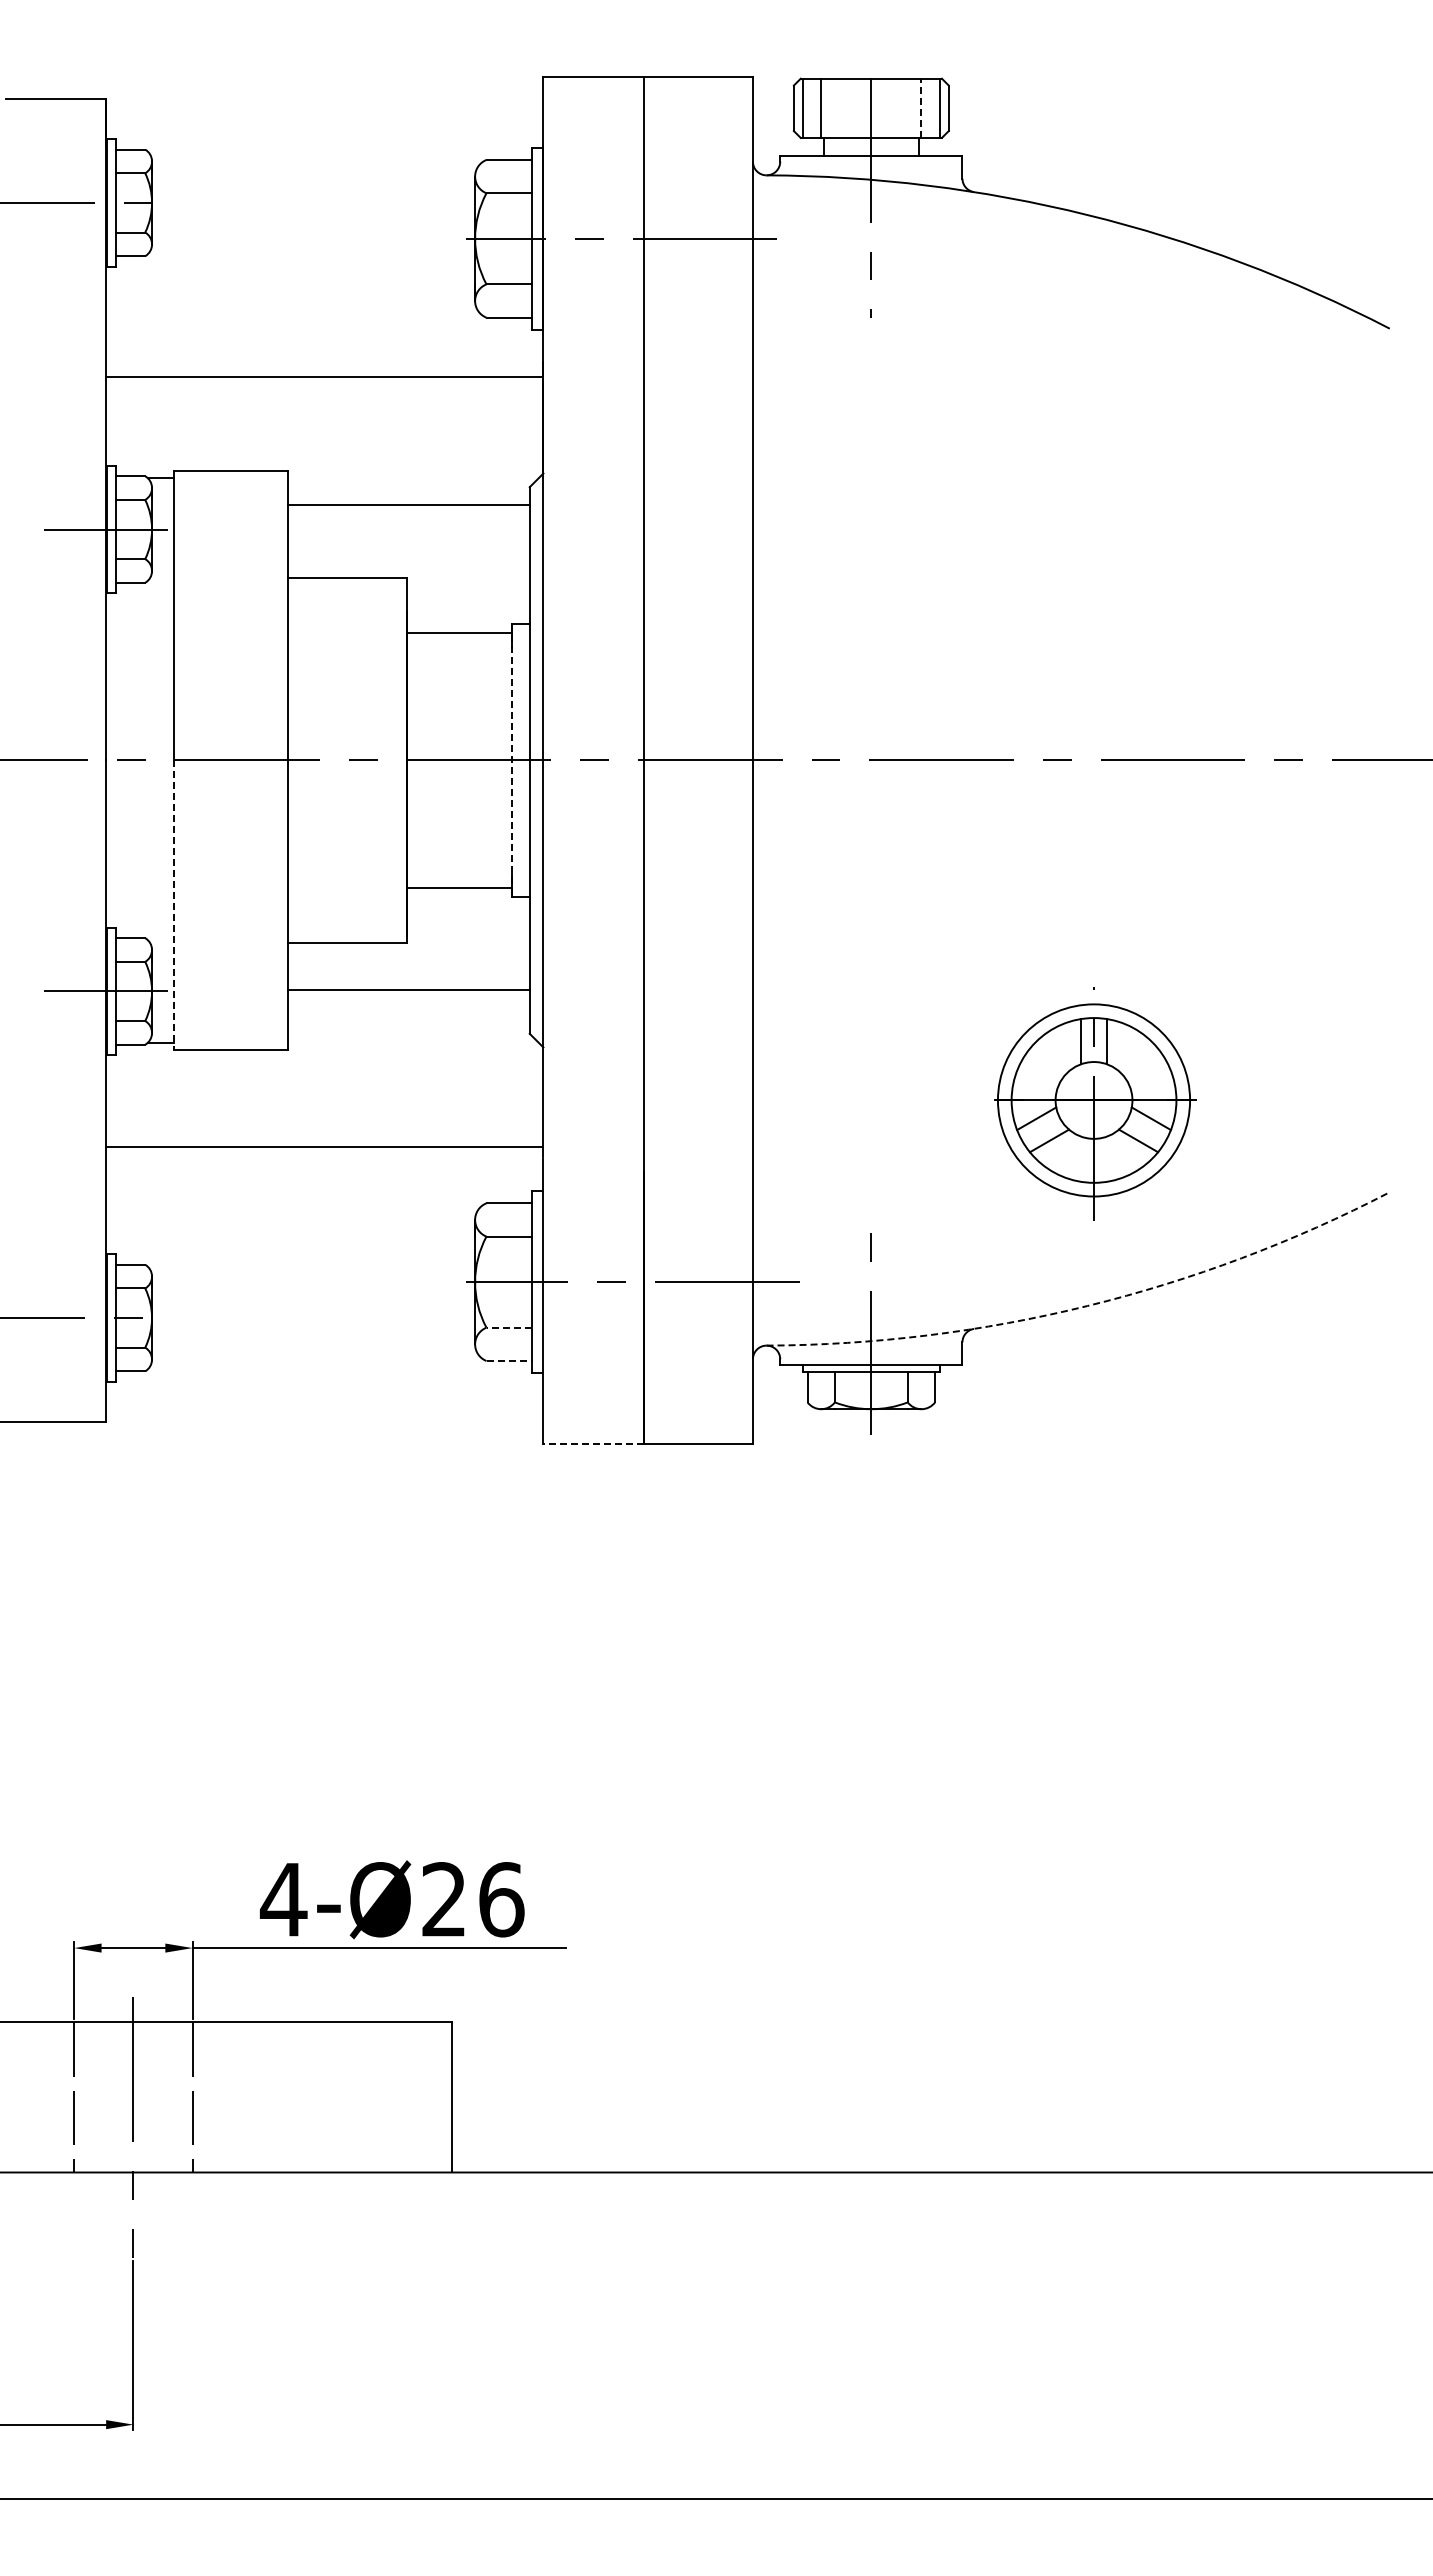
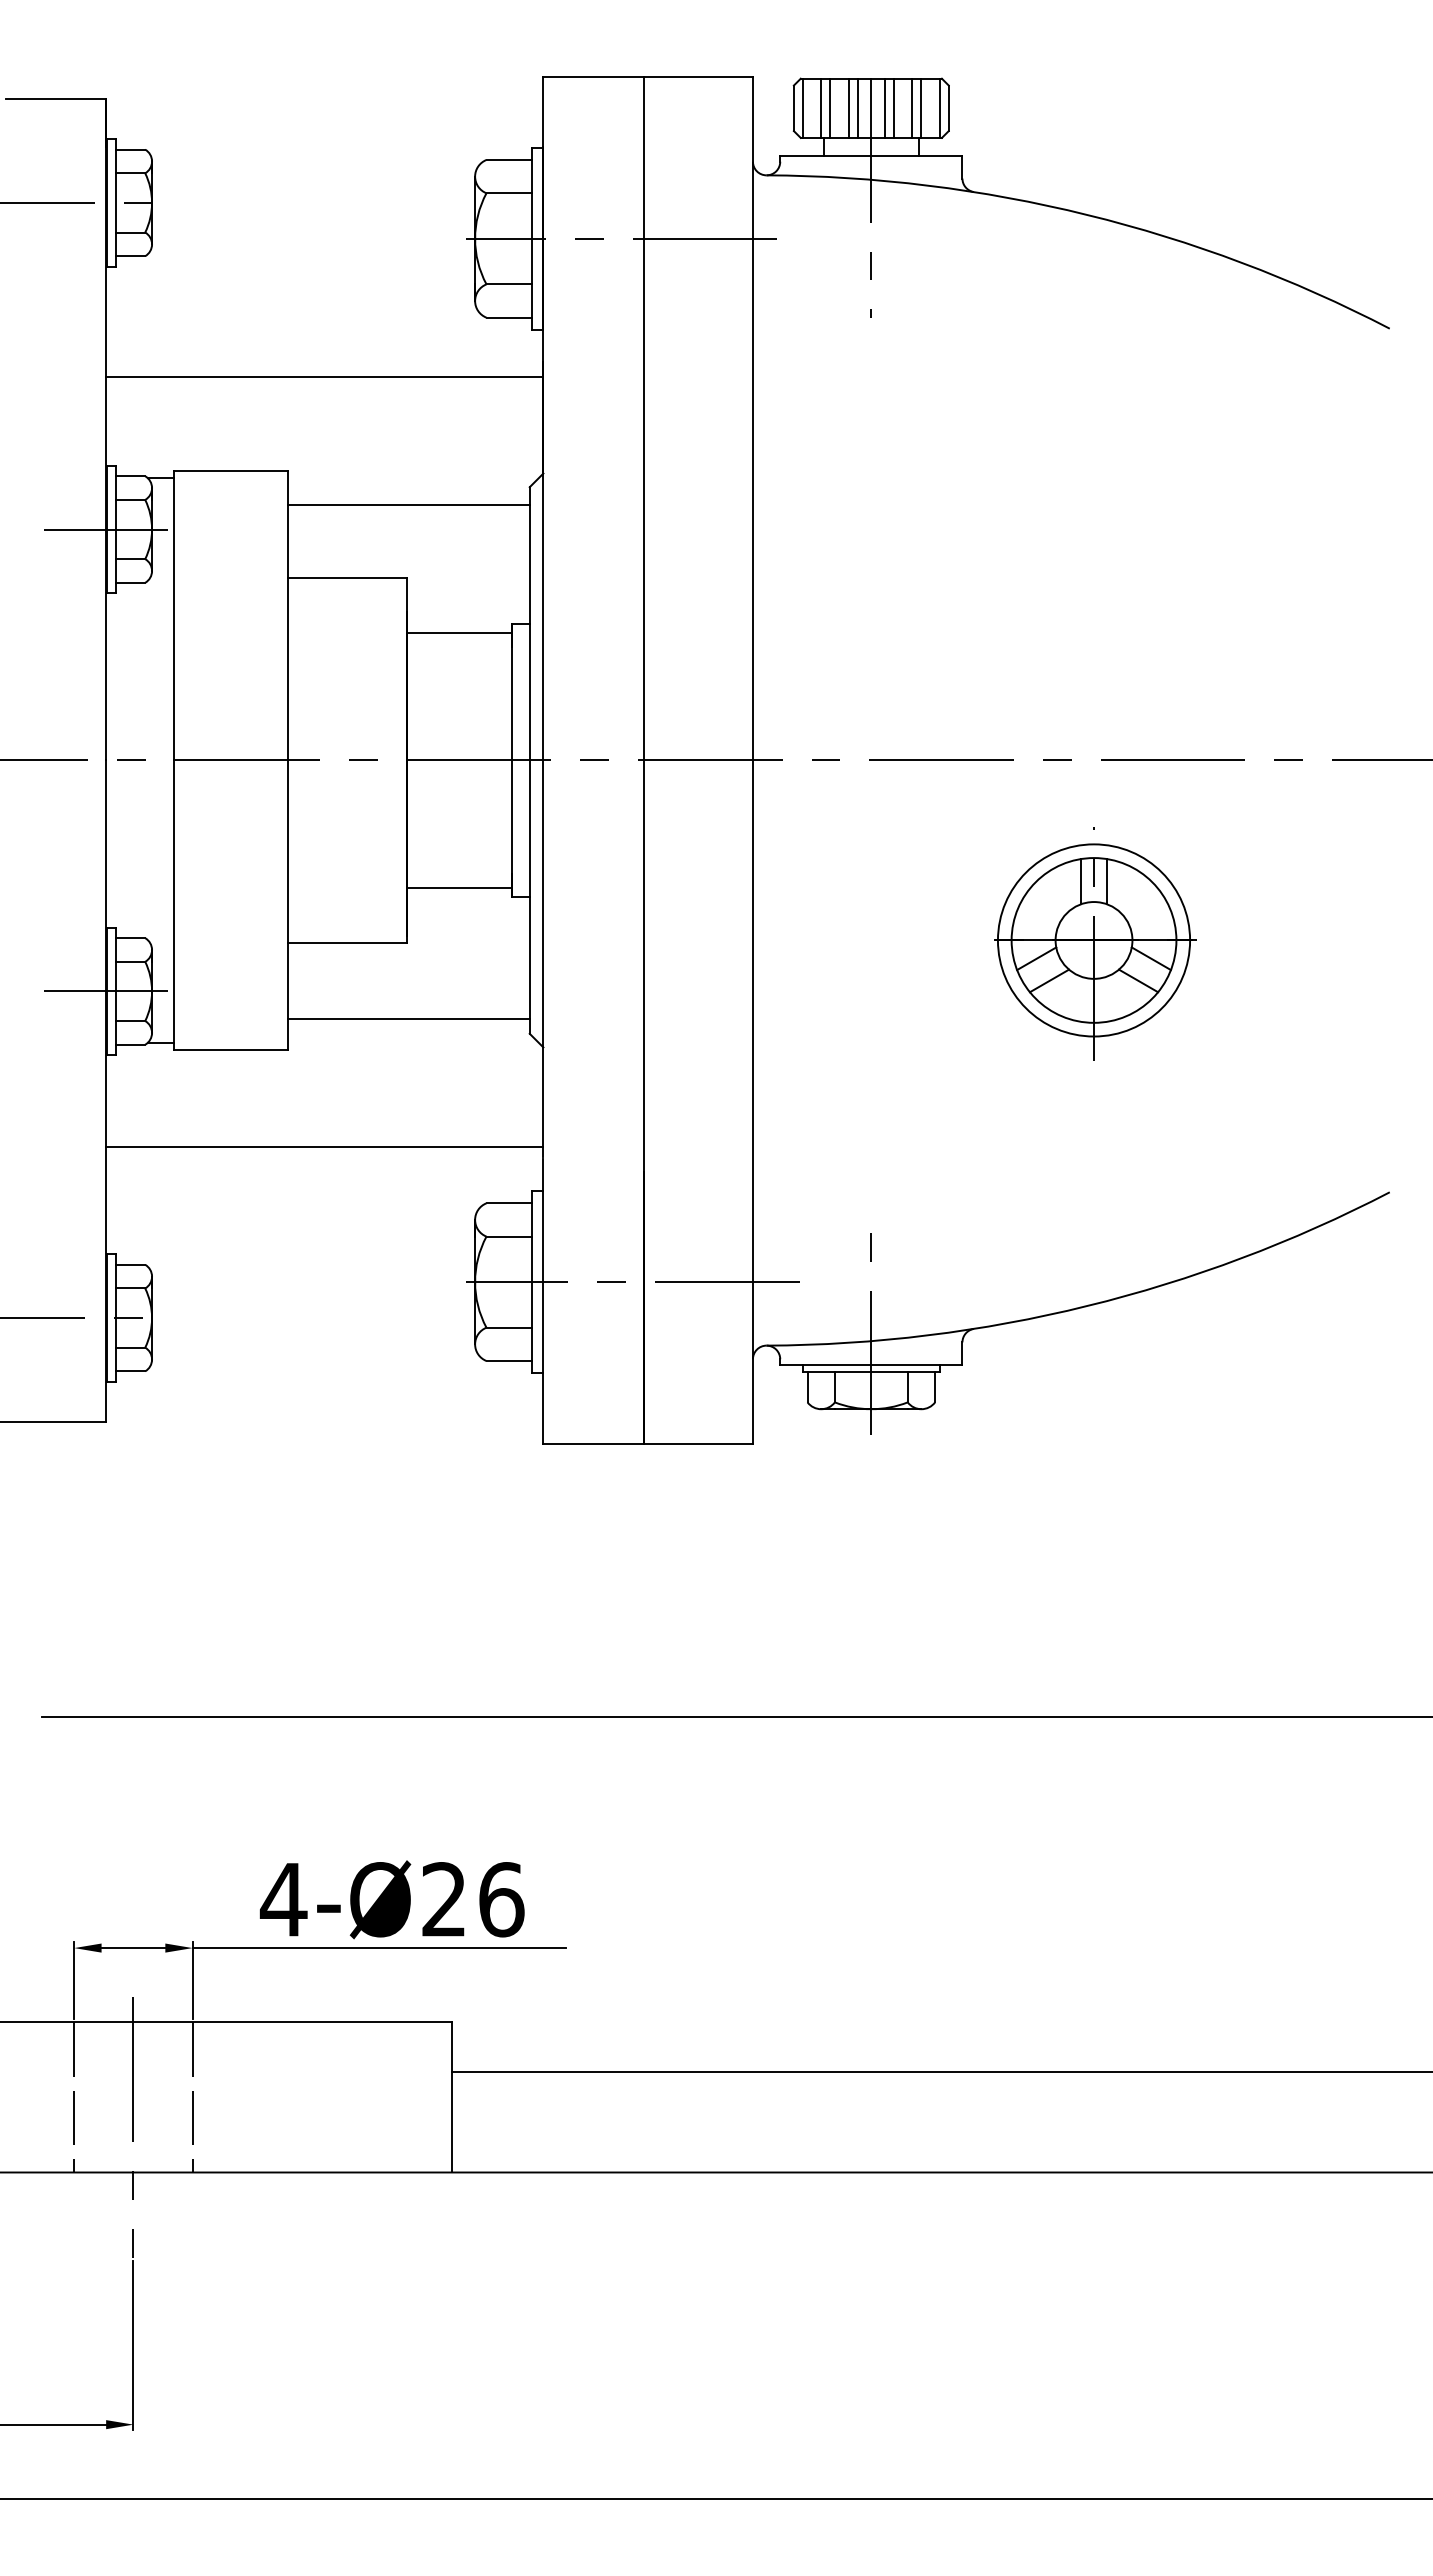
line at (830, 107): none -> present
line at (848, 107): none -> present
line at (857, 107): none -> present
line at (885, 107): none -> present
line at (894, 107): none -> present
line at (912, 107): none -> present
line at (921, 108): dashed -> solid
line at (511, 760): dashed -> solid
line at (174, 905): dashed -> solid
line at (408, 990) position: (408, 990) -> (408, 1019)
part at (1095, 1103) position: (1095, 1103) -> (1095, 943)
arc at (1087, 1306): dashed -> solid
line at (509, 1327): dashed -> solid
line at (509, 1361): dashed -> solid
line at (593, 1443): dashed -> solid
line at (735, 1717): none -> present
line at (940, 2072): none -> present
